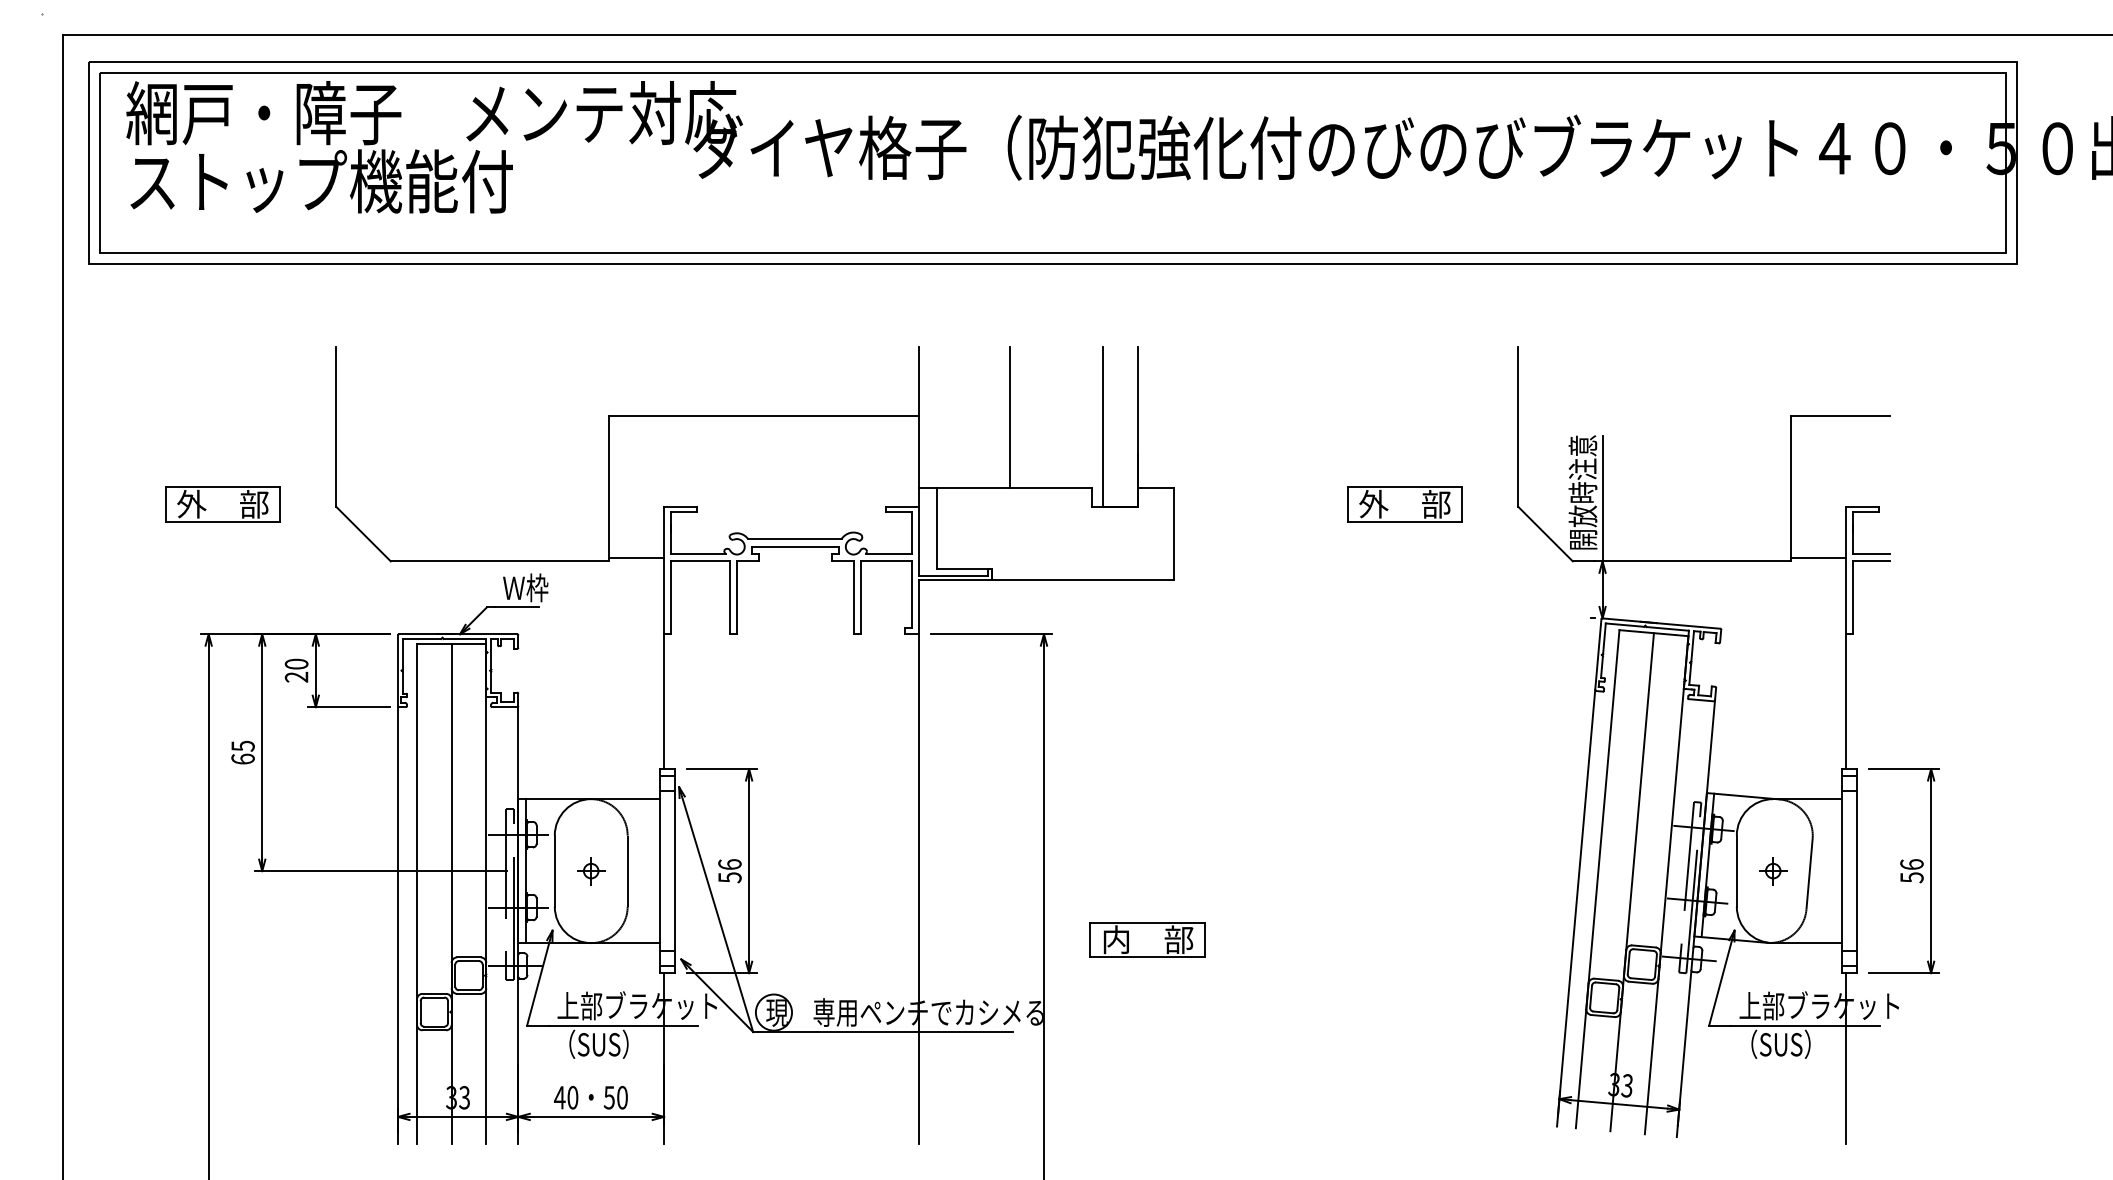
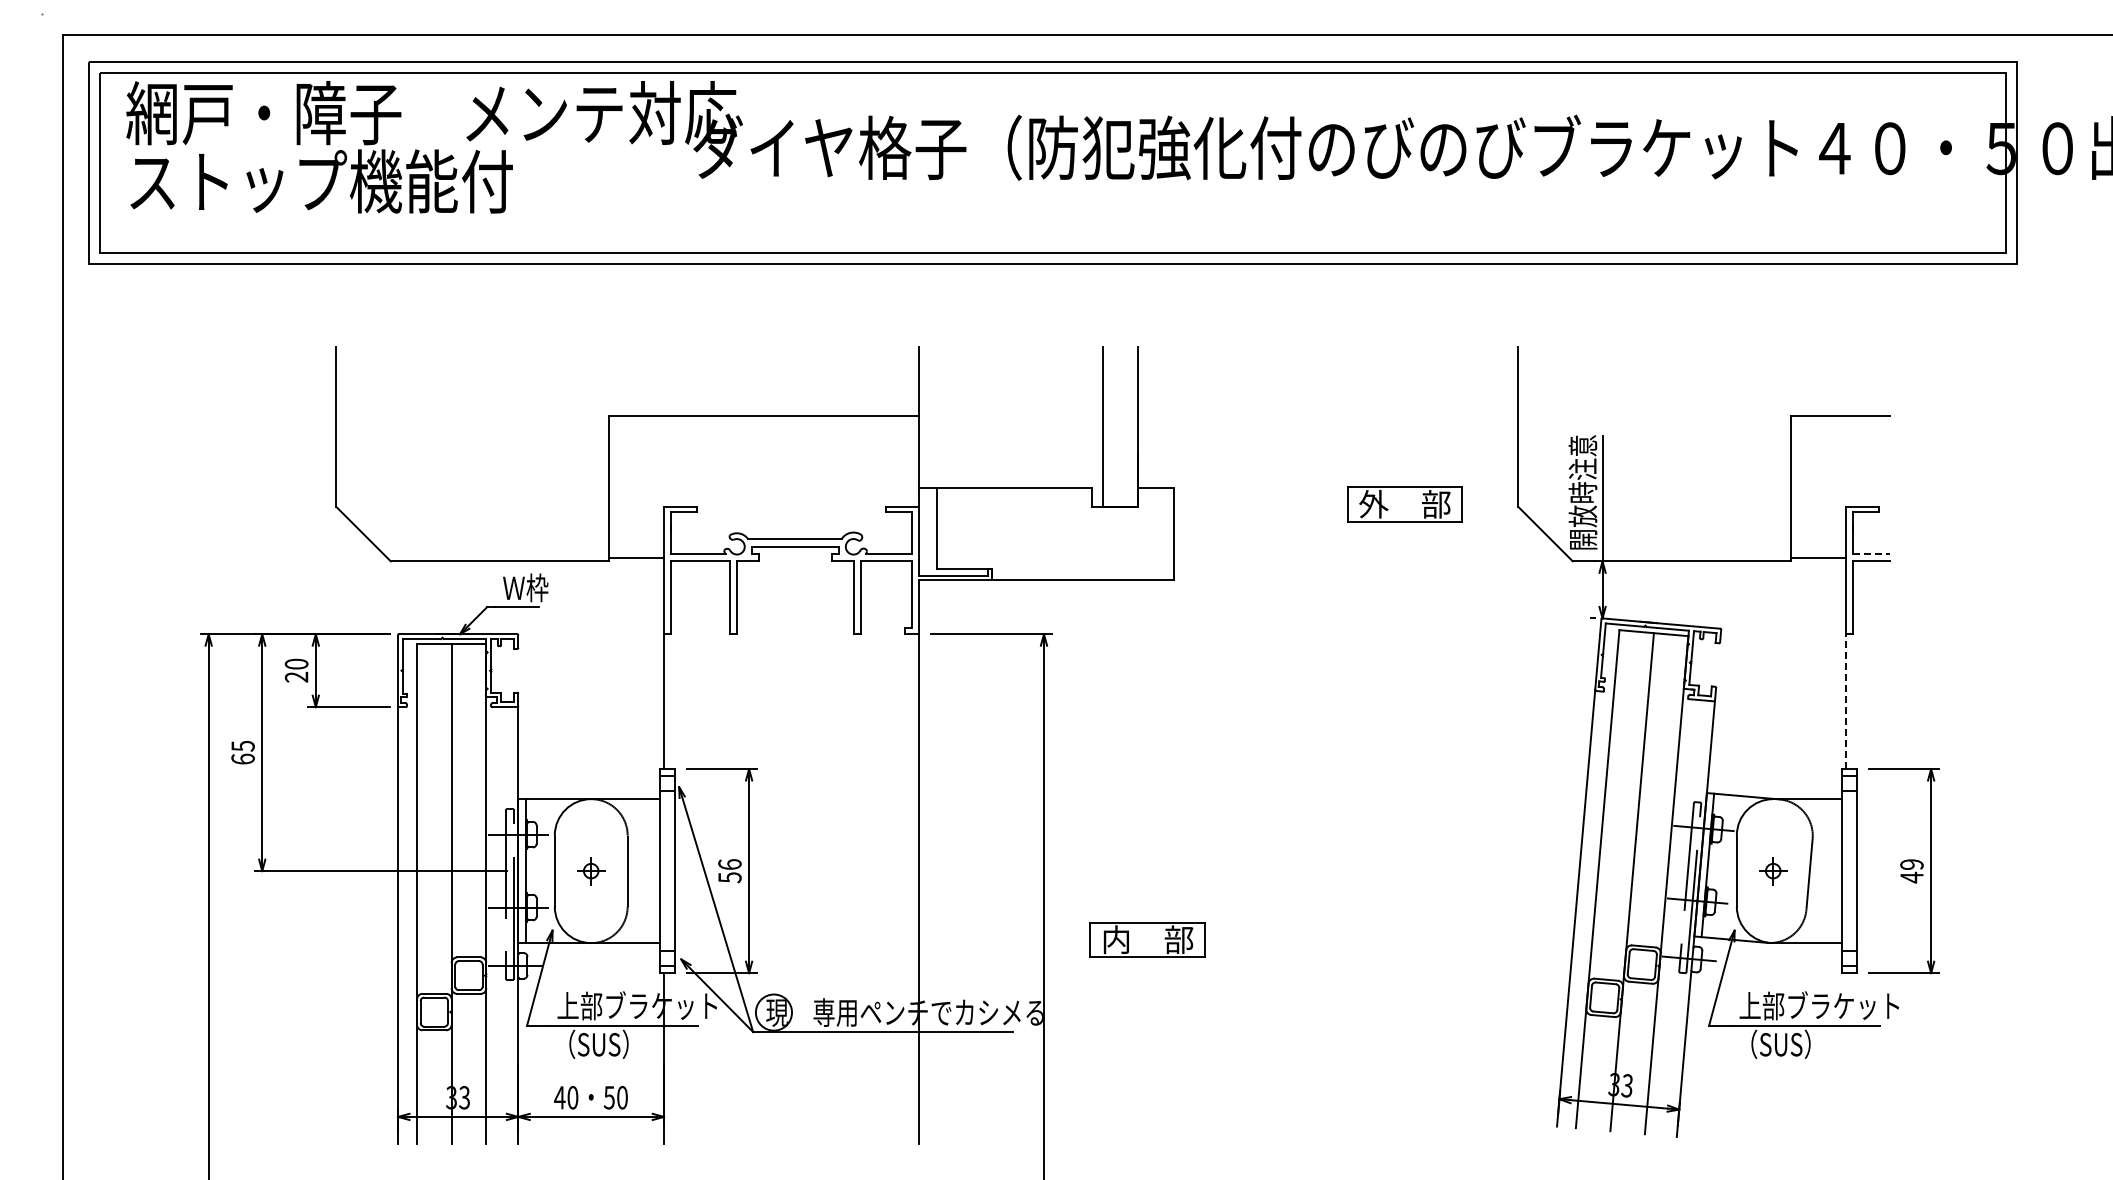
line at (1010, 417): present -> none
part at (222, 504): present -> none
line at (1872, 554): solid -> dashed
line at (1846, 701): solid -> dashed
text at (1911, 871): 56 -> 49
line at (1846, 1058): present -> none
